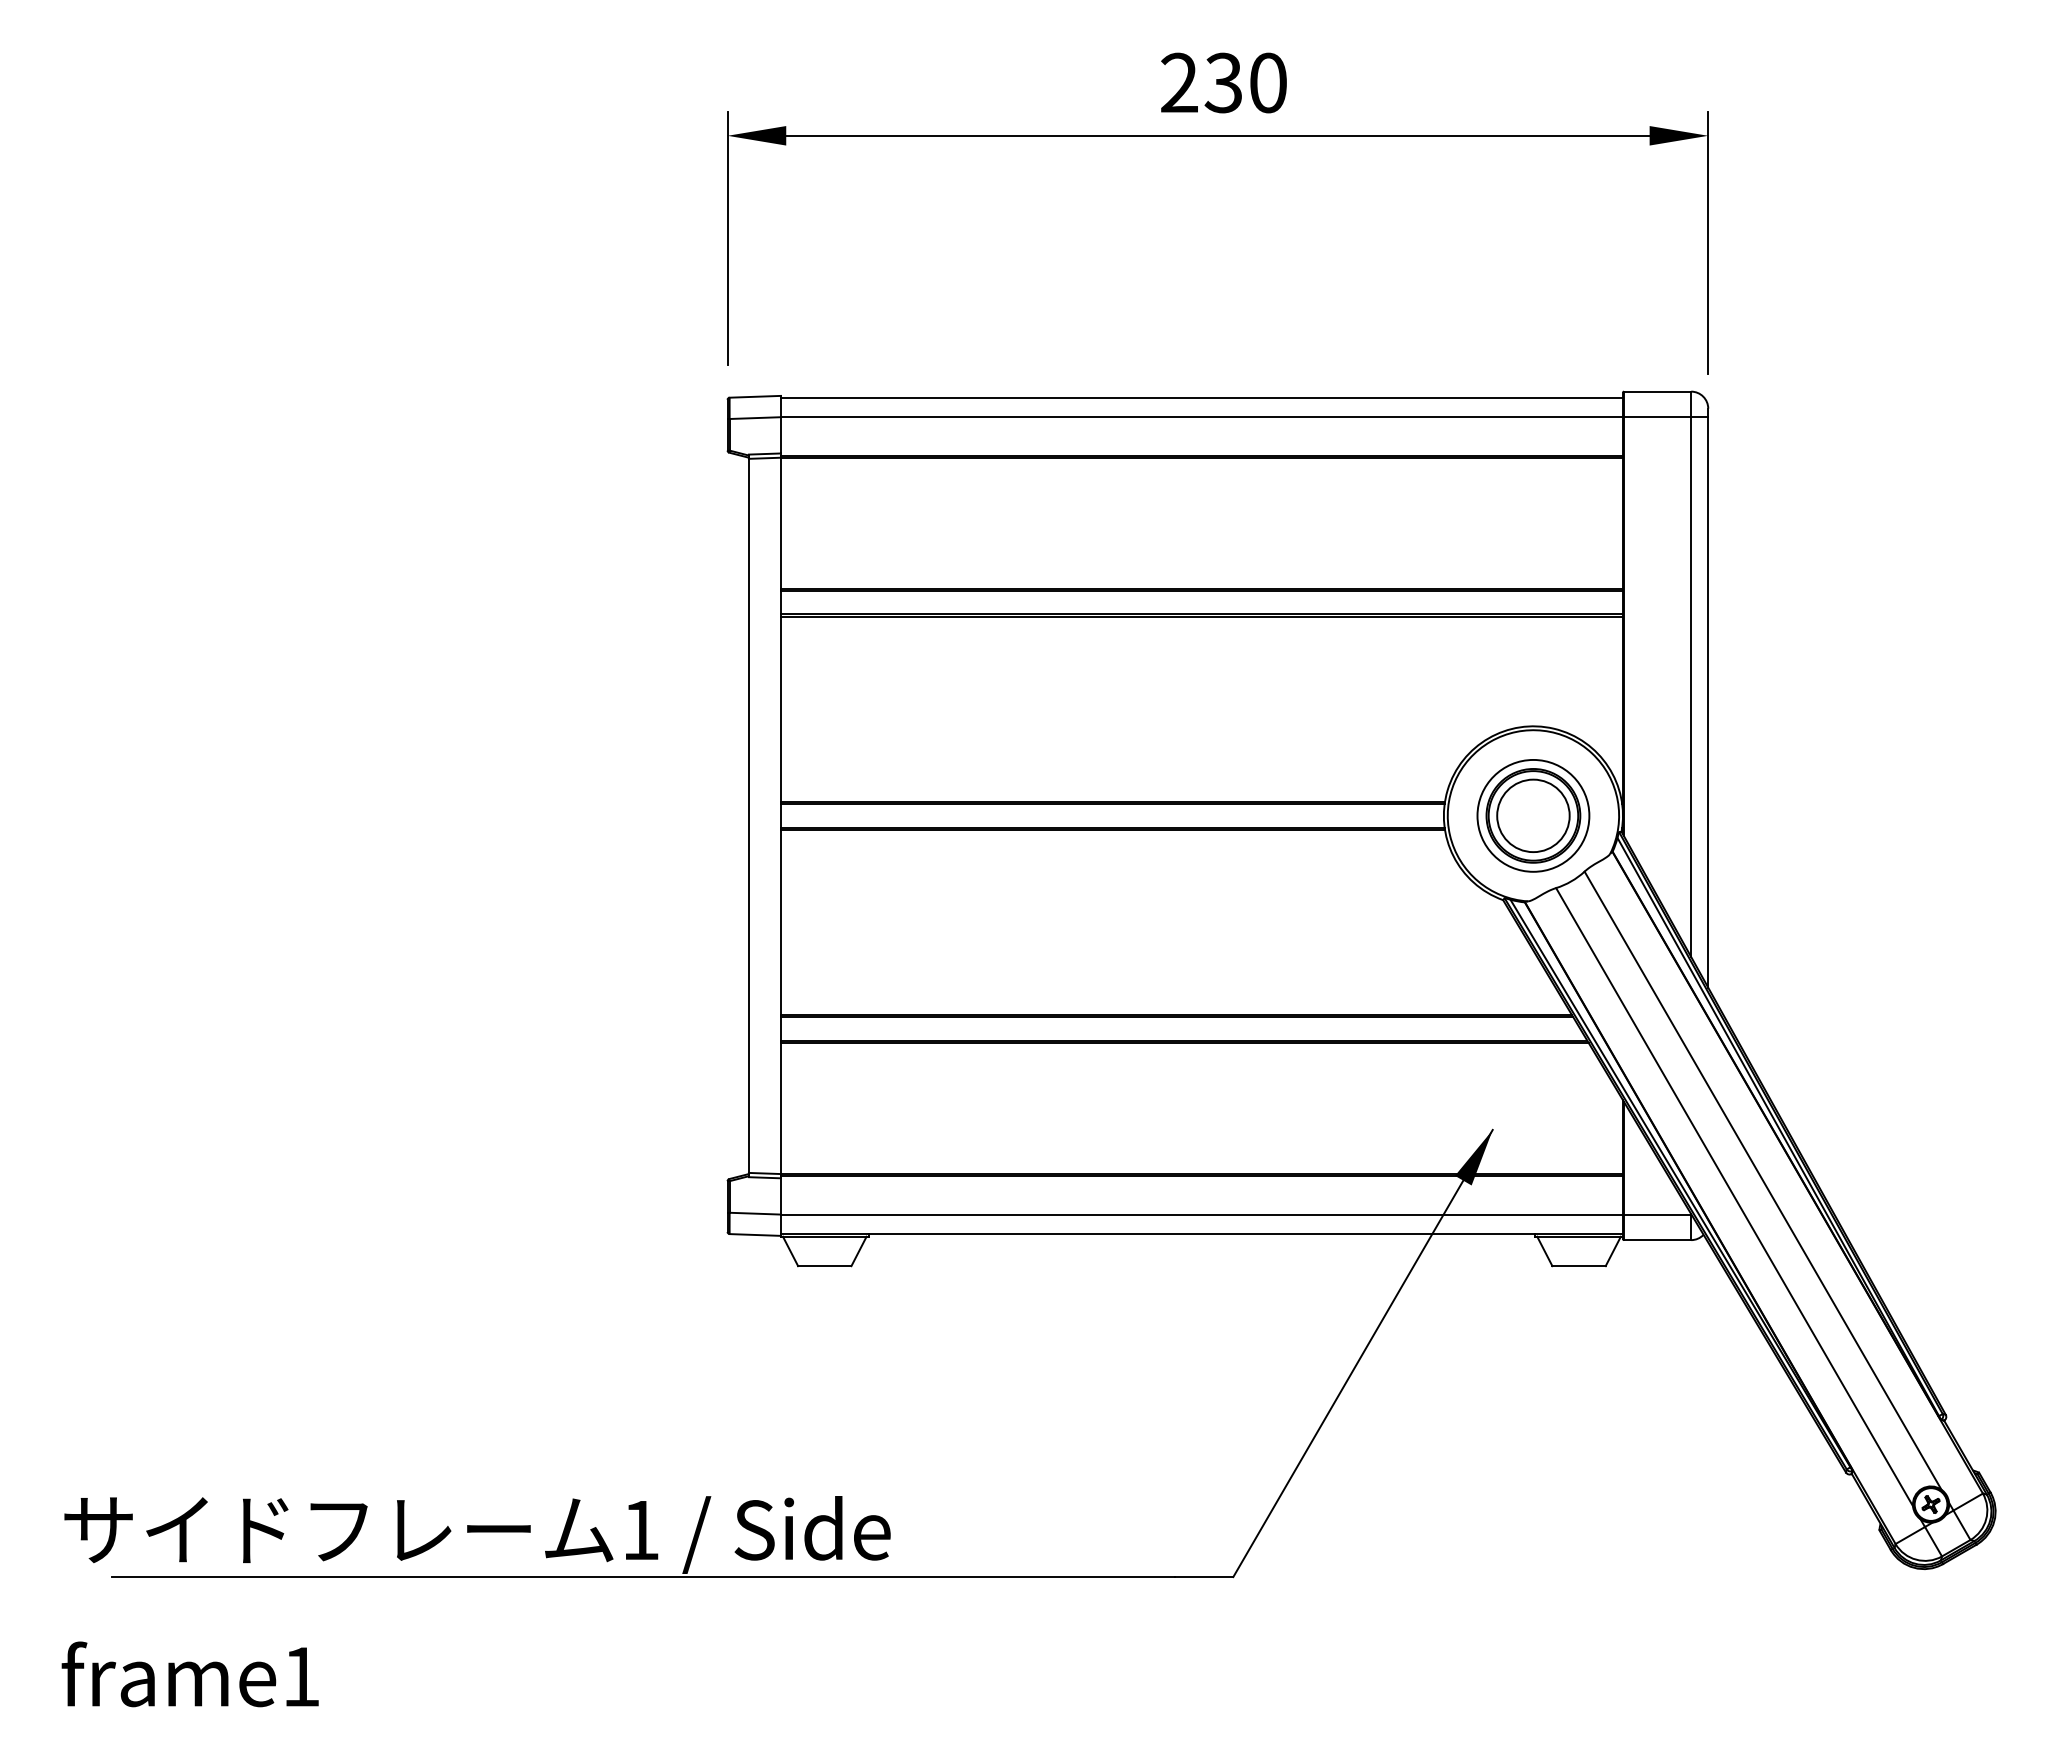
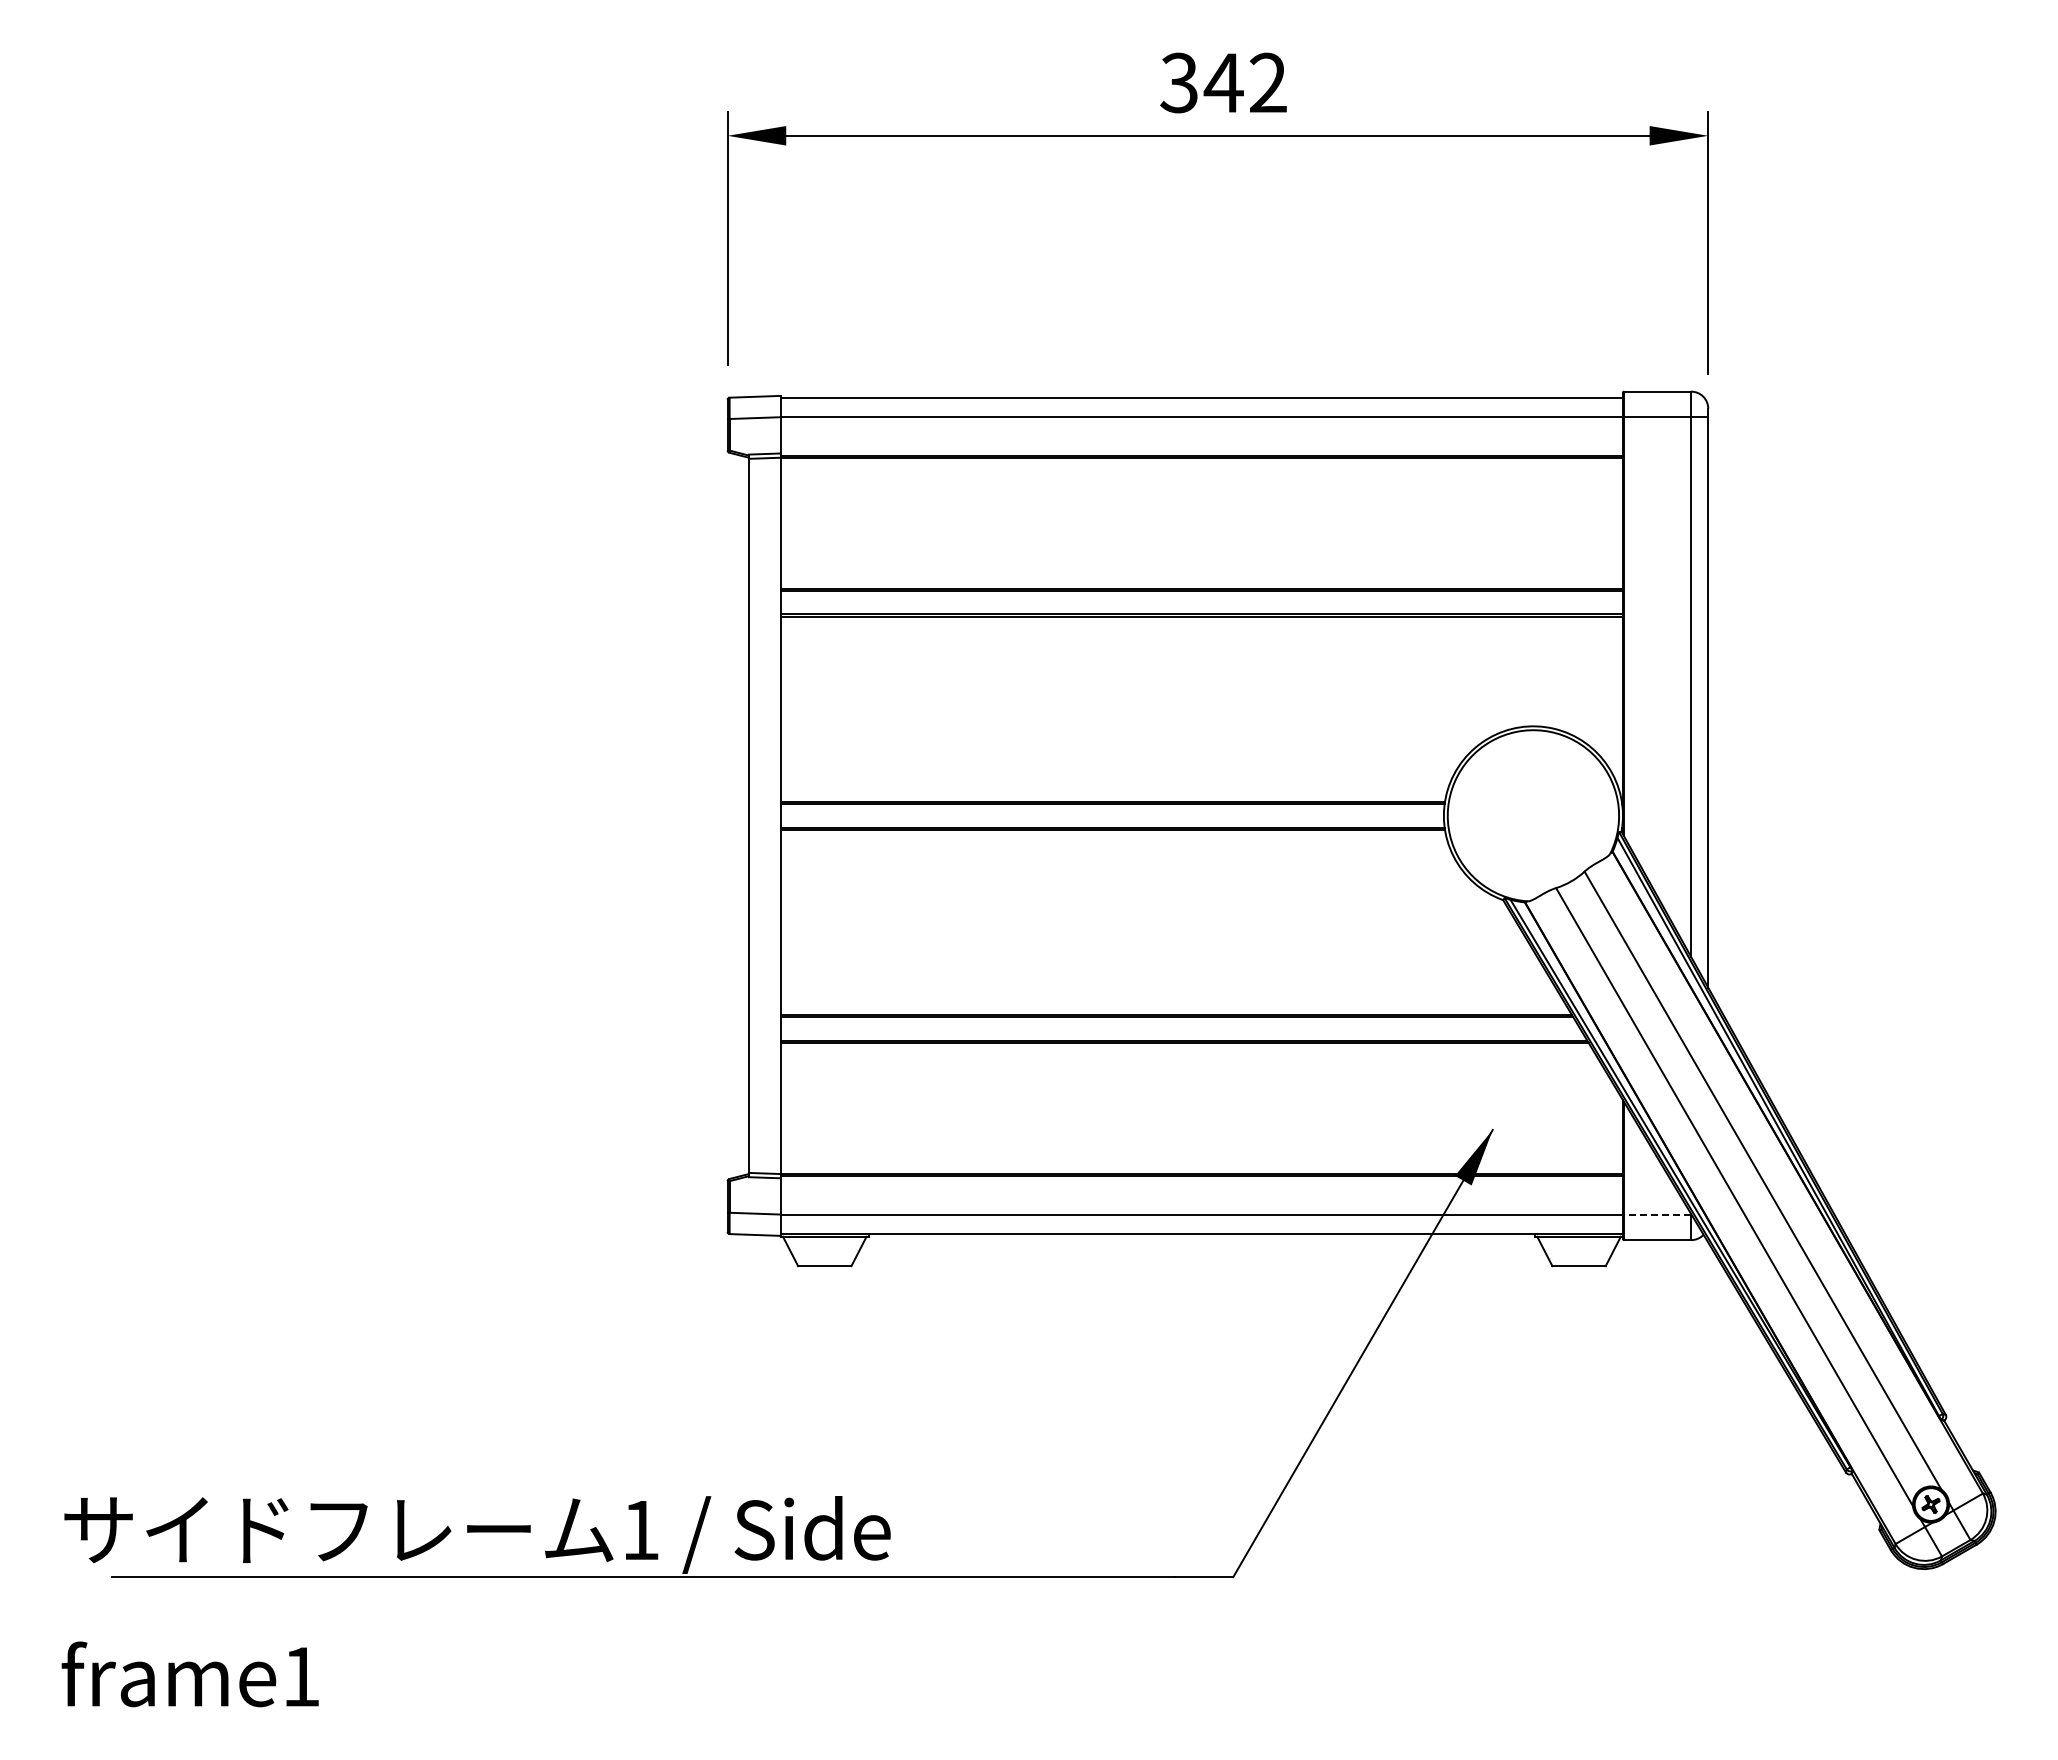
text at (1223, 82): 230 -> 342
part at (1533, 815): present -> none
line at (1657, 1214): solid -> dashed
